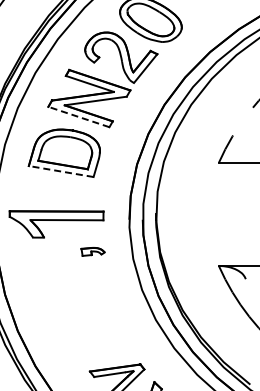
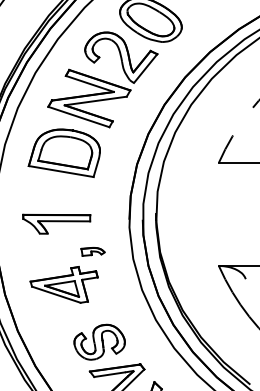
line at (78, 116): dashed -> solid
line at (61, 171): dashed -> solid
part at (56, 224) size: 97x29 px -> 70x22 px
part at (63, 284): none -> present
part at (99, 341): none -> present
